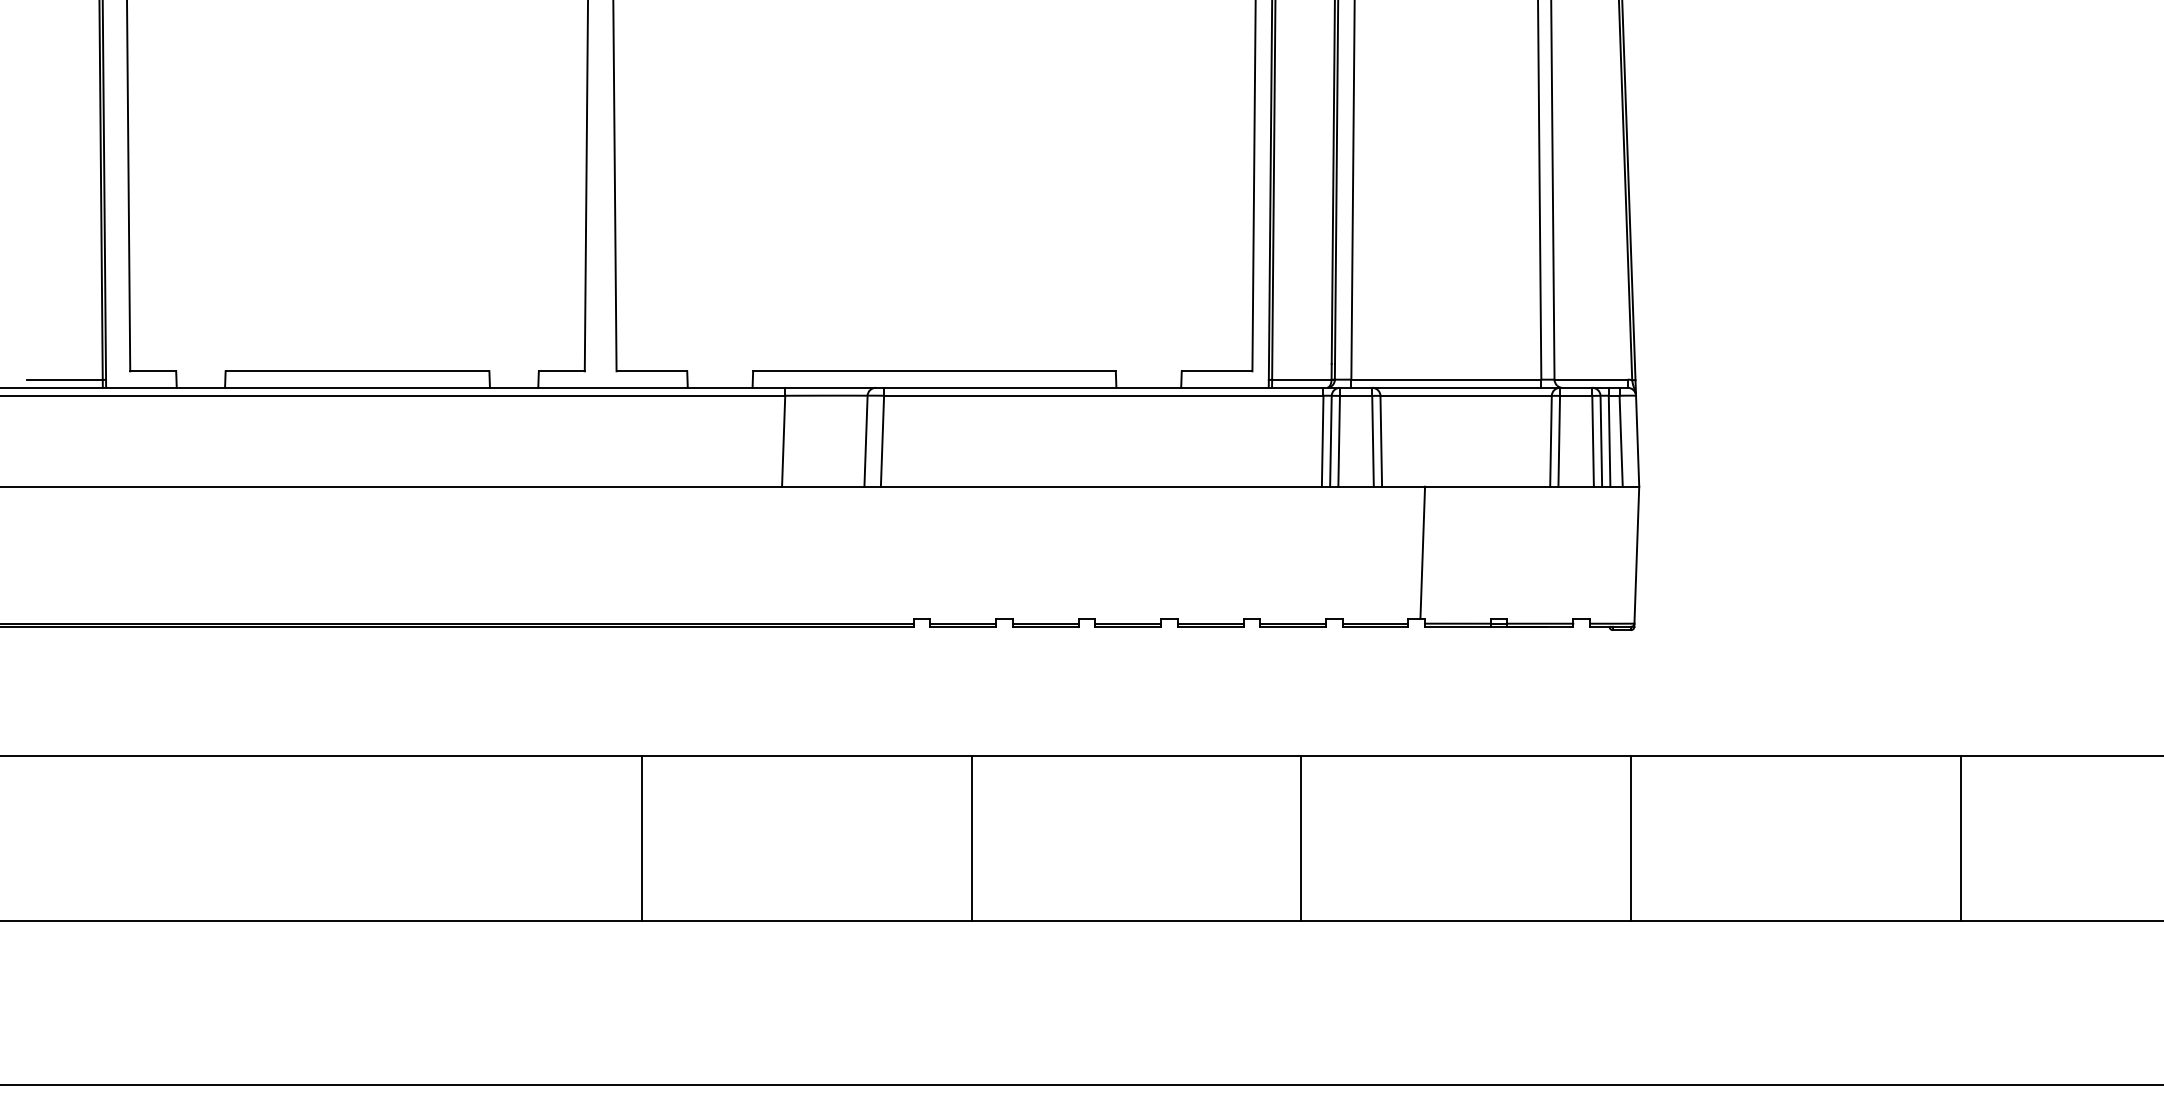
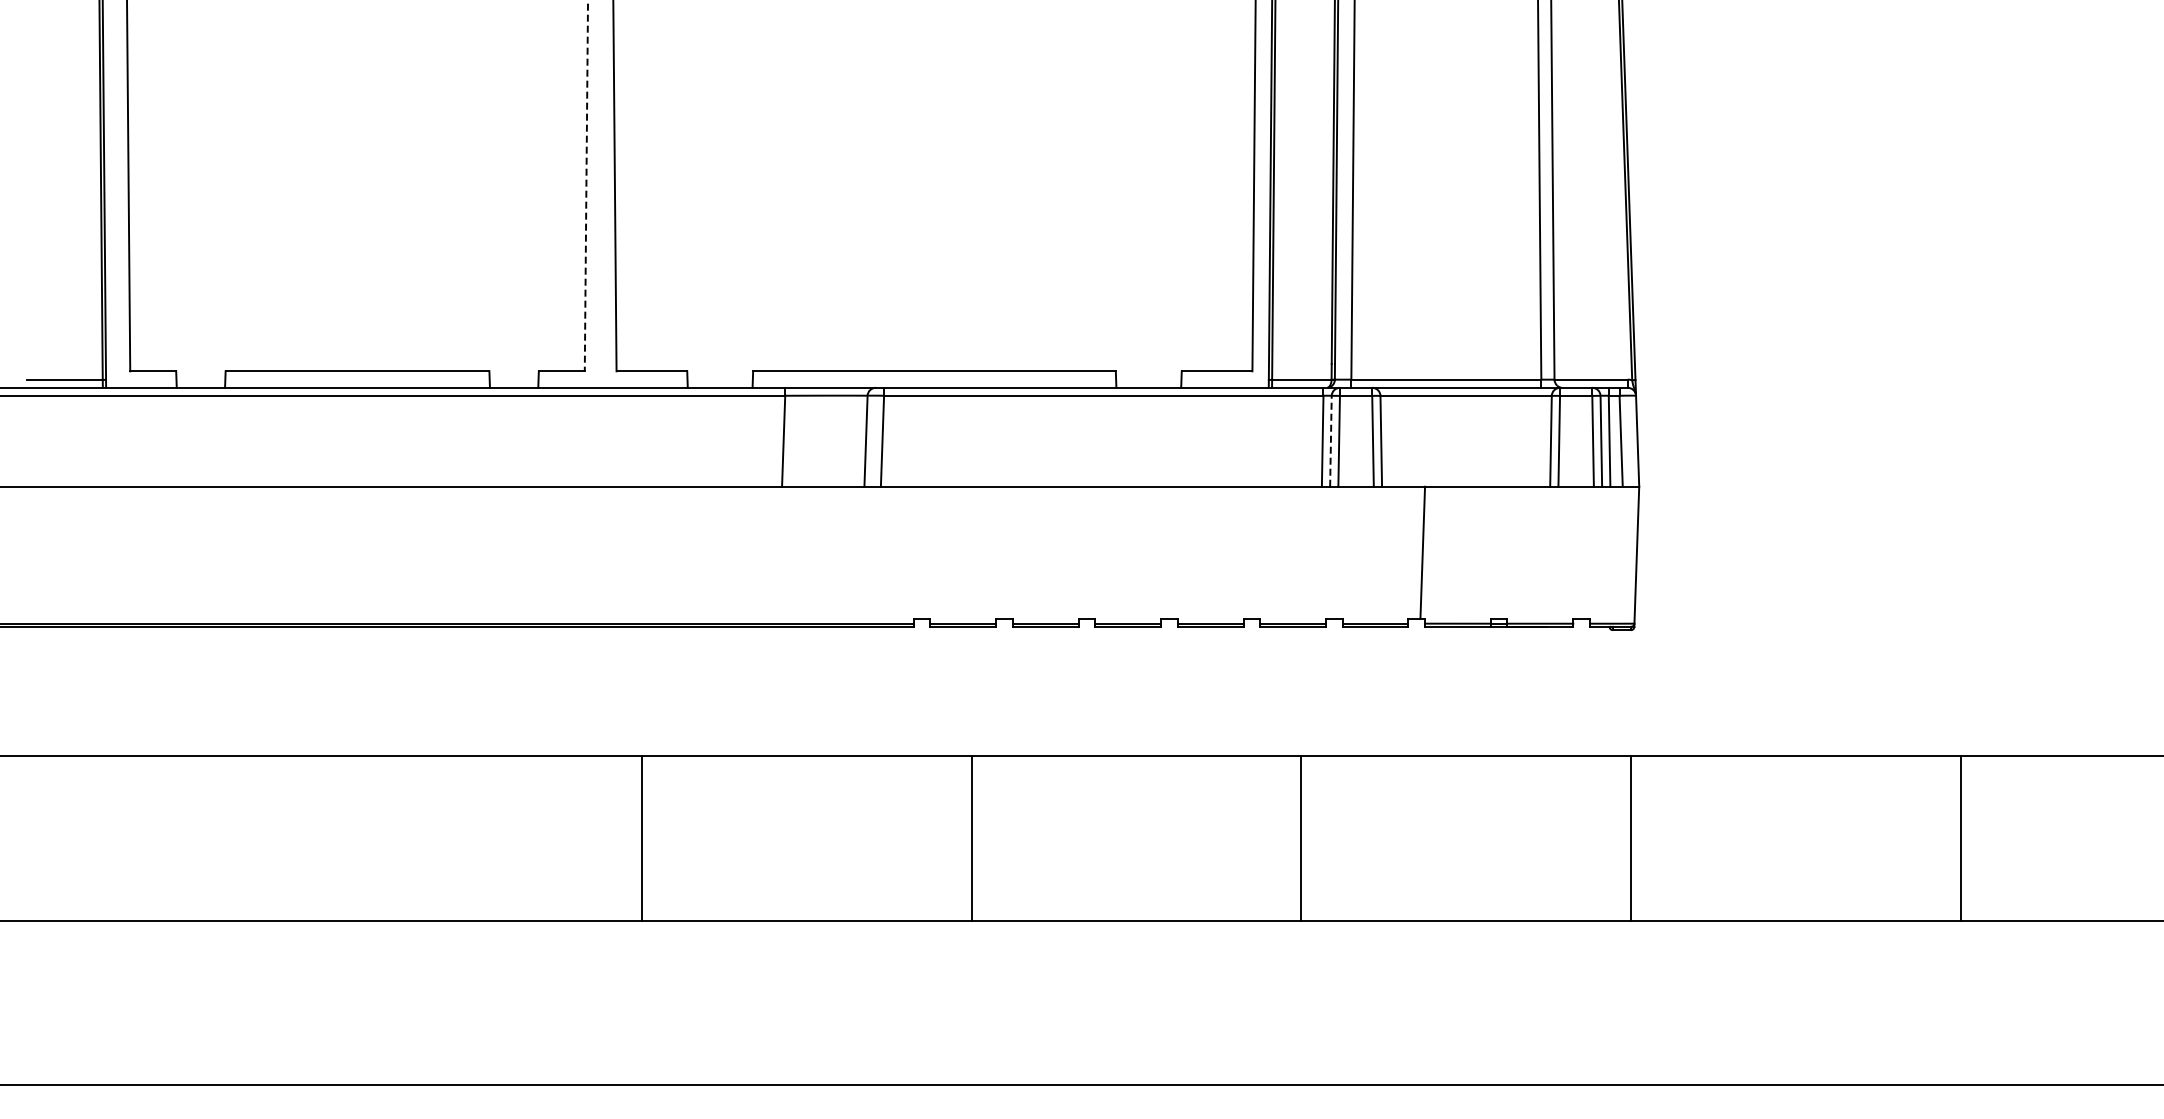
line at (586, 186): solid -> dashed
line at (1330, 440): solid -> dashed
